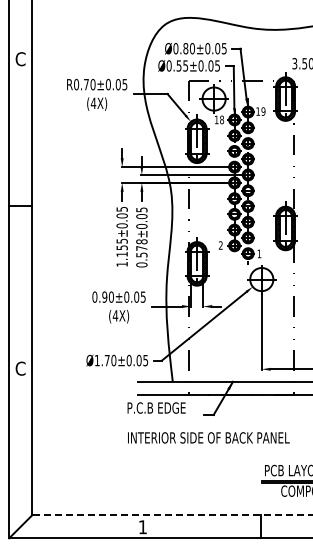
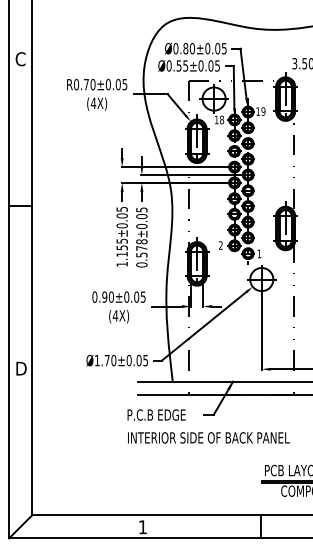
text at (20, 368): C -> D
text at (156, 407) position: (156, 407) -> (156, 414)
line at (172, 515): dashed -> solid
